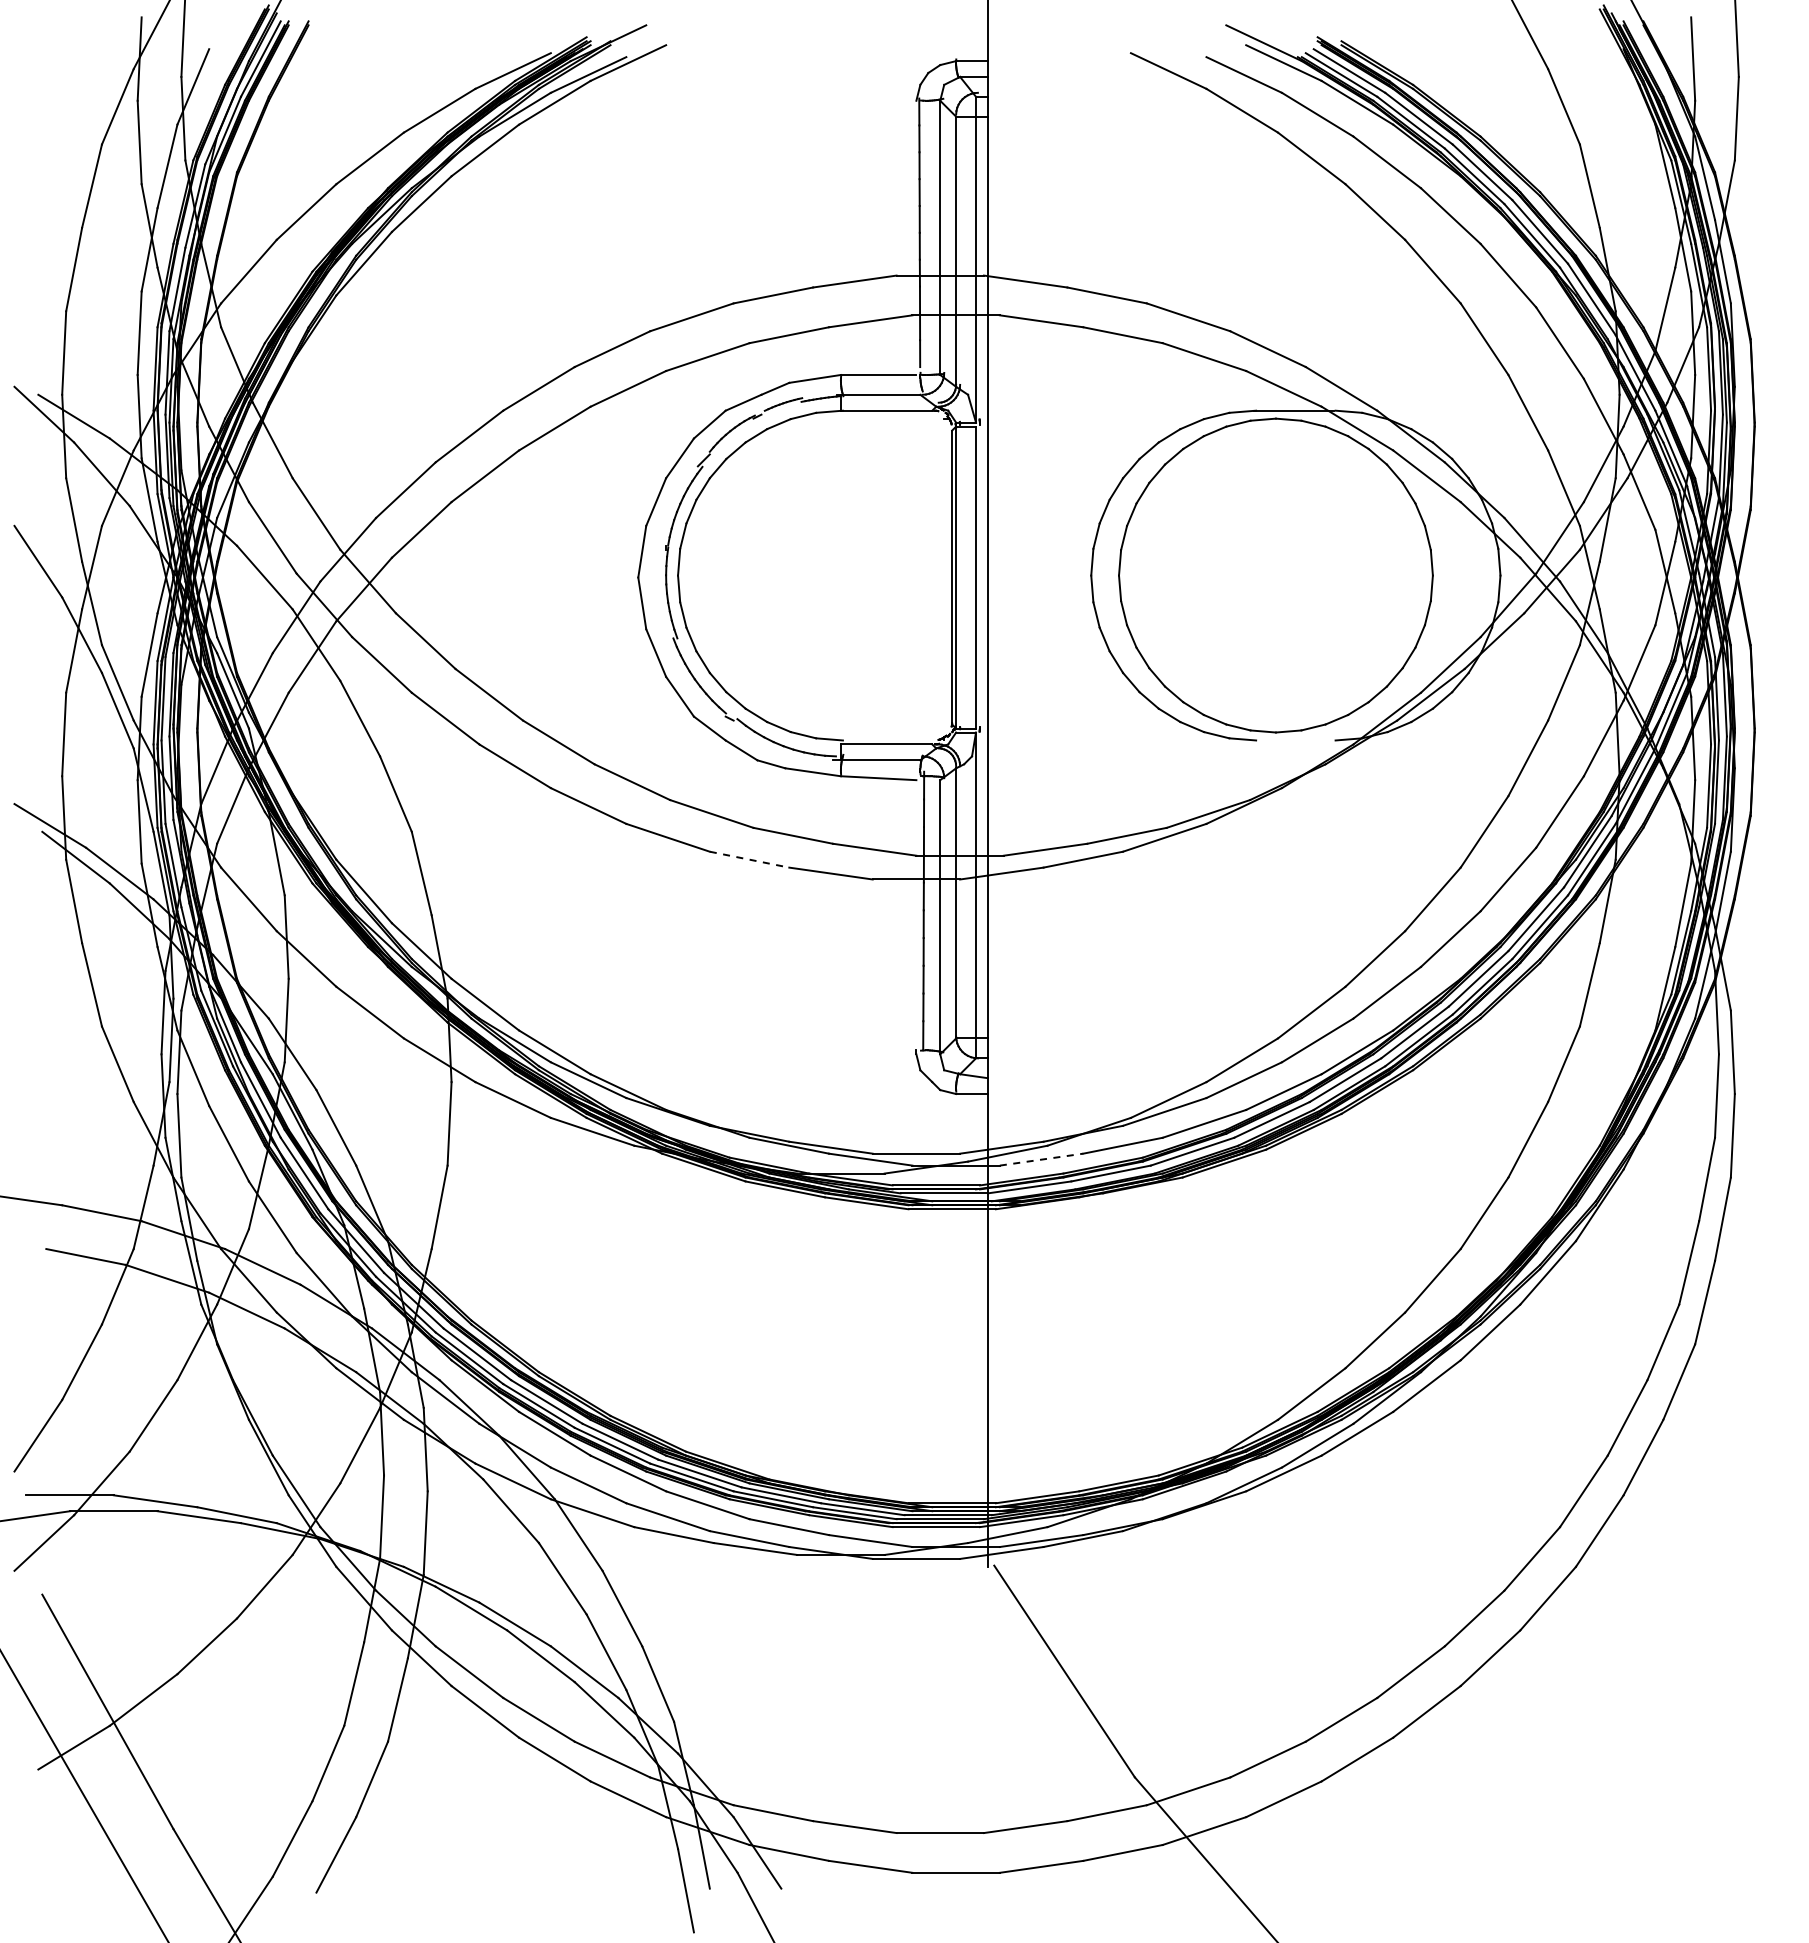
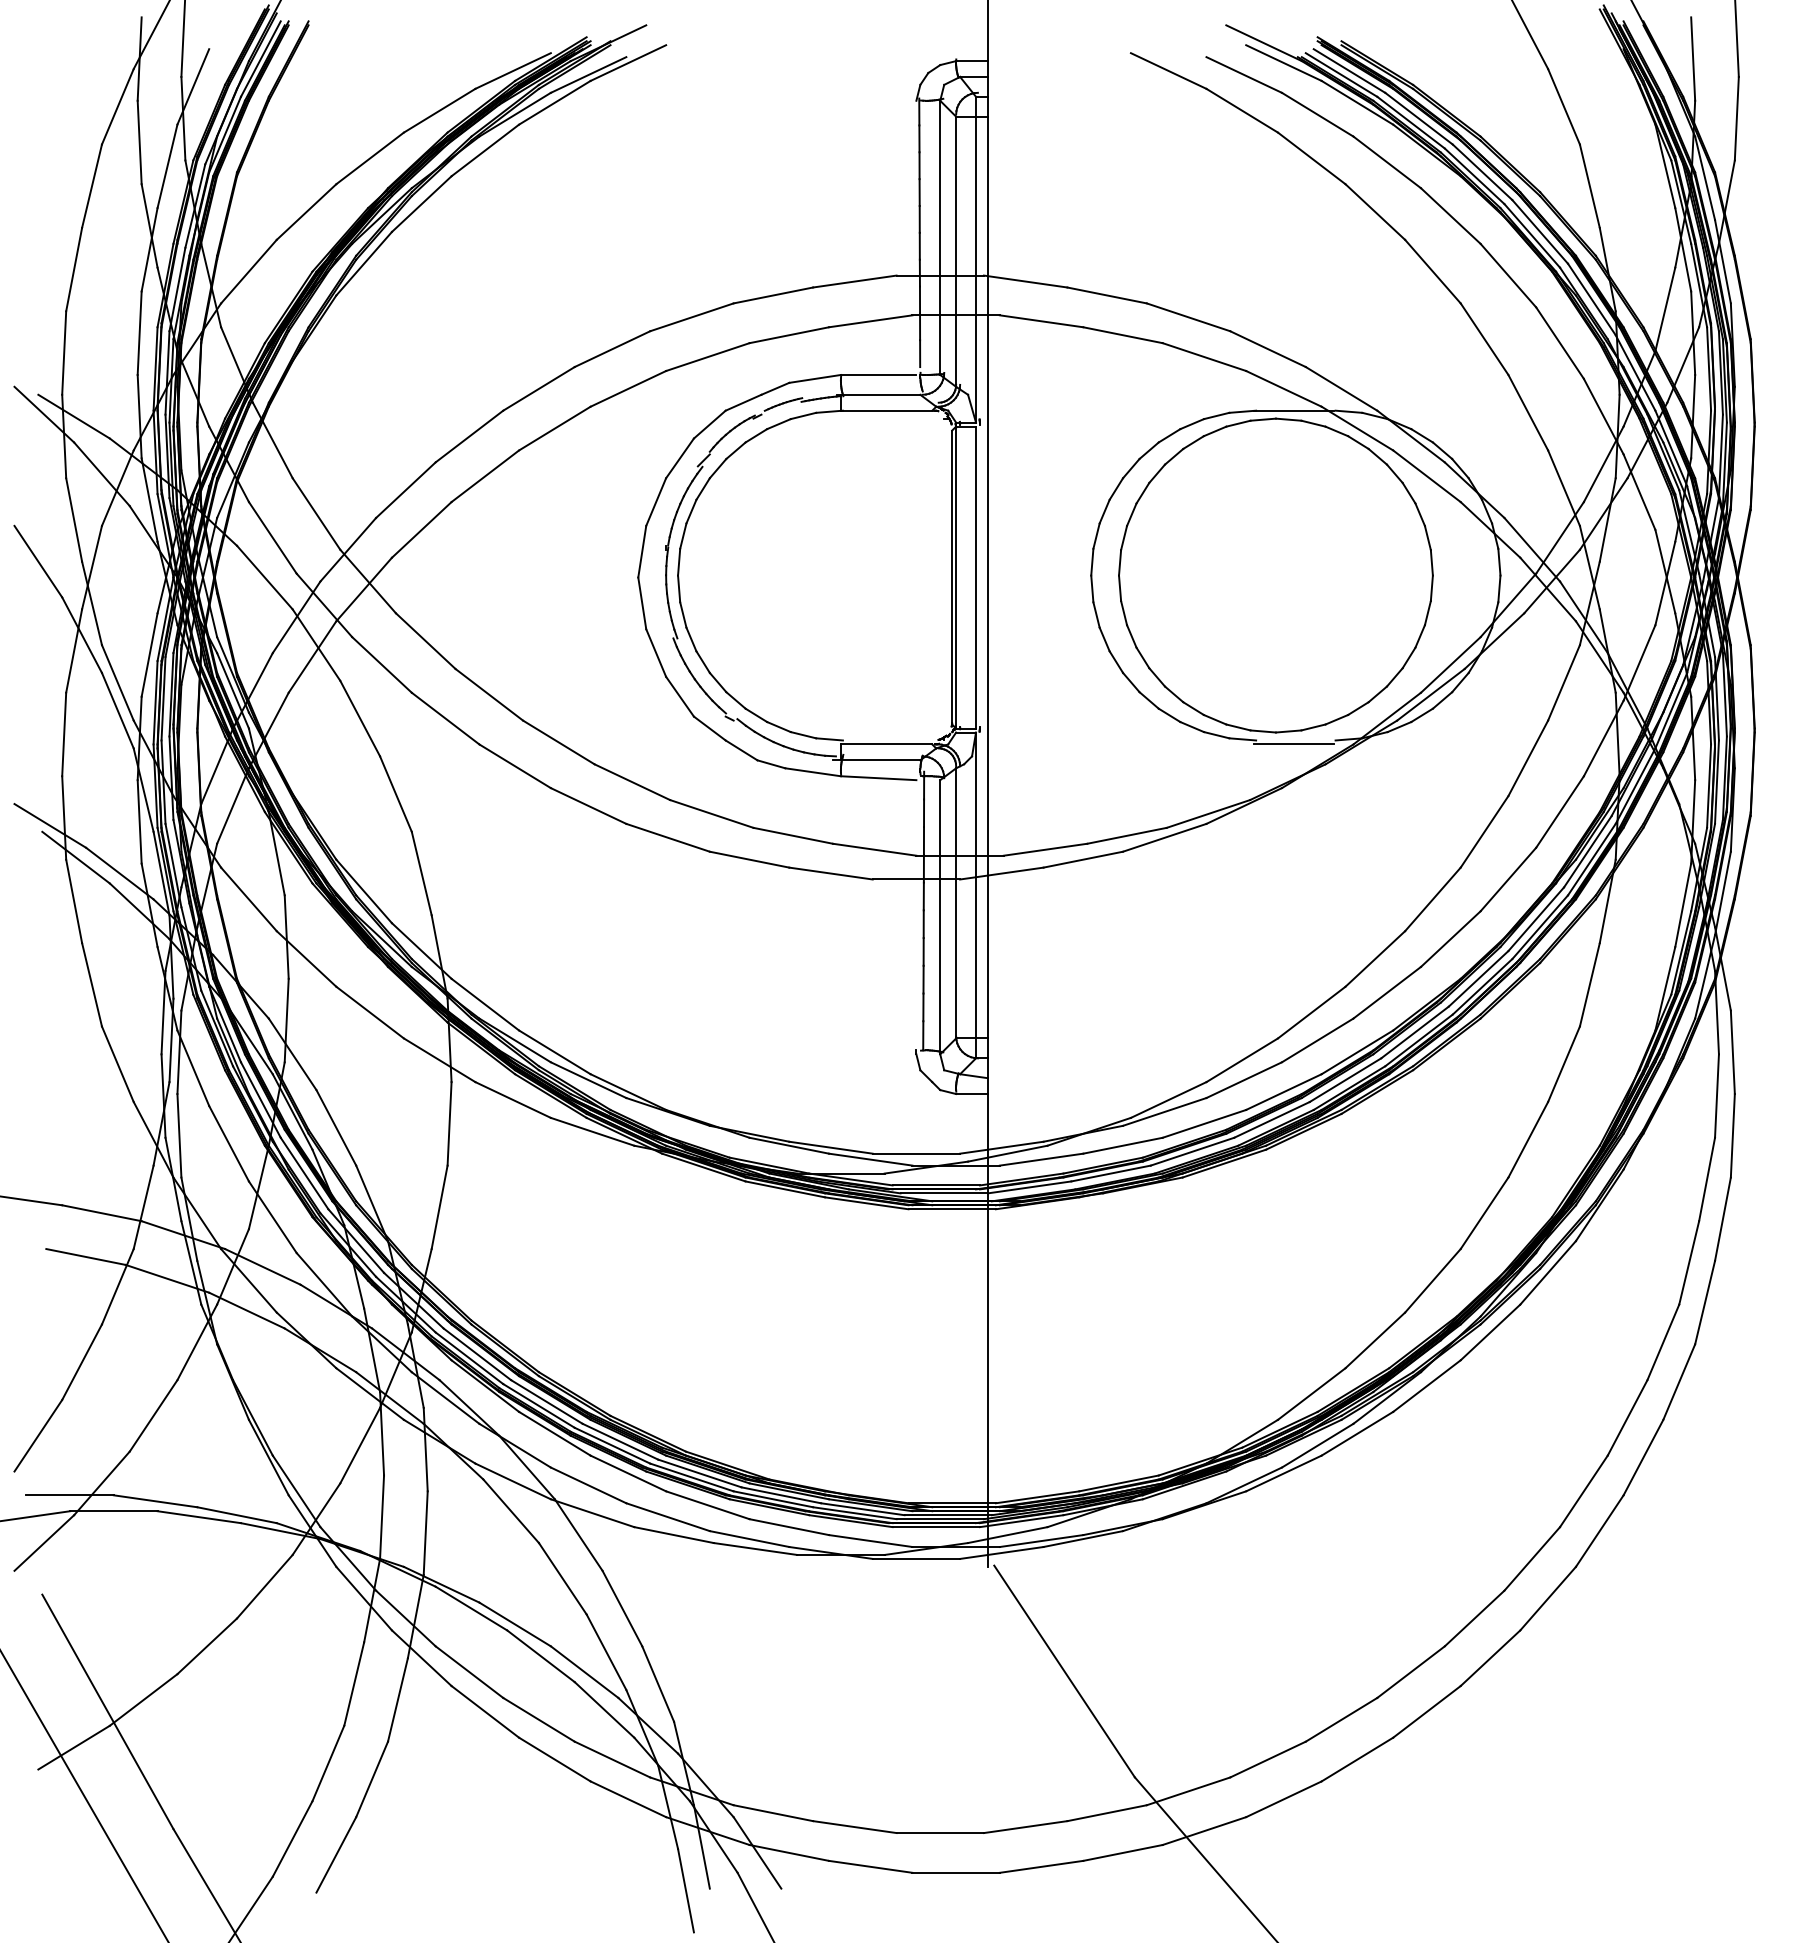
line at (1293, 744): none -> present
line at (749, 859): dashed -> solid
line at (1042, 1159): dashed -> solid
